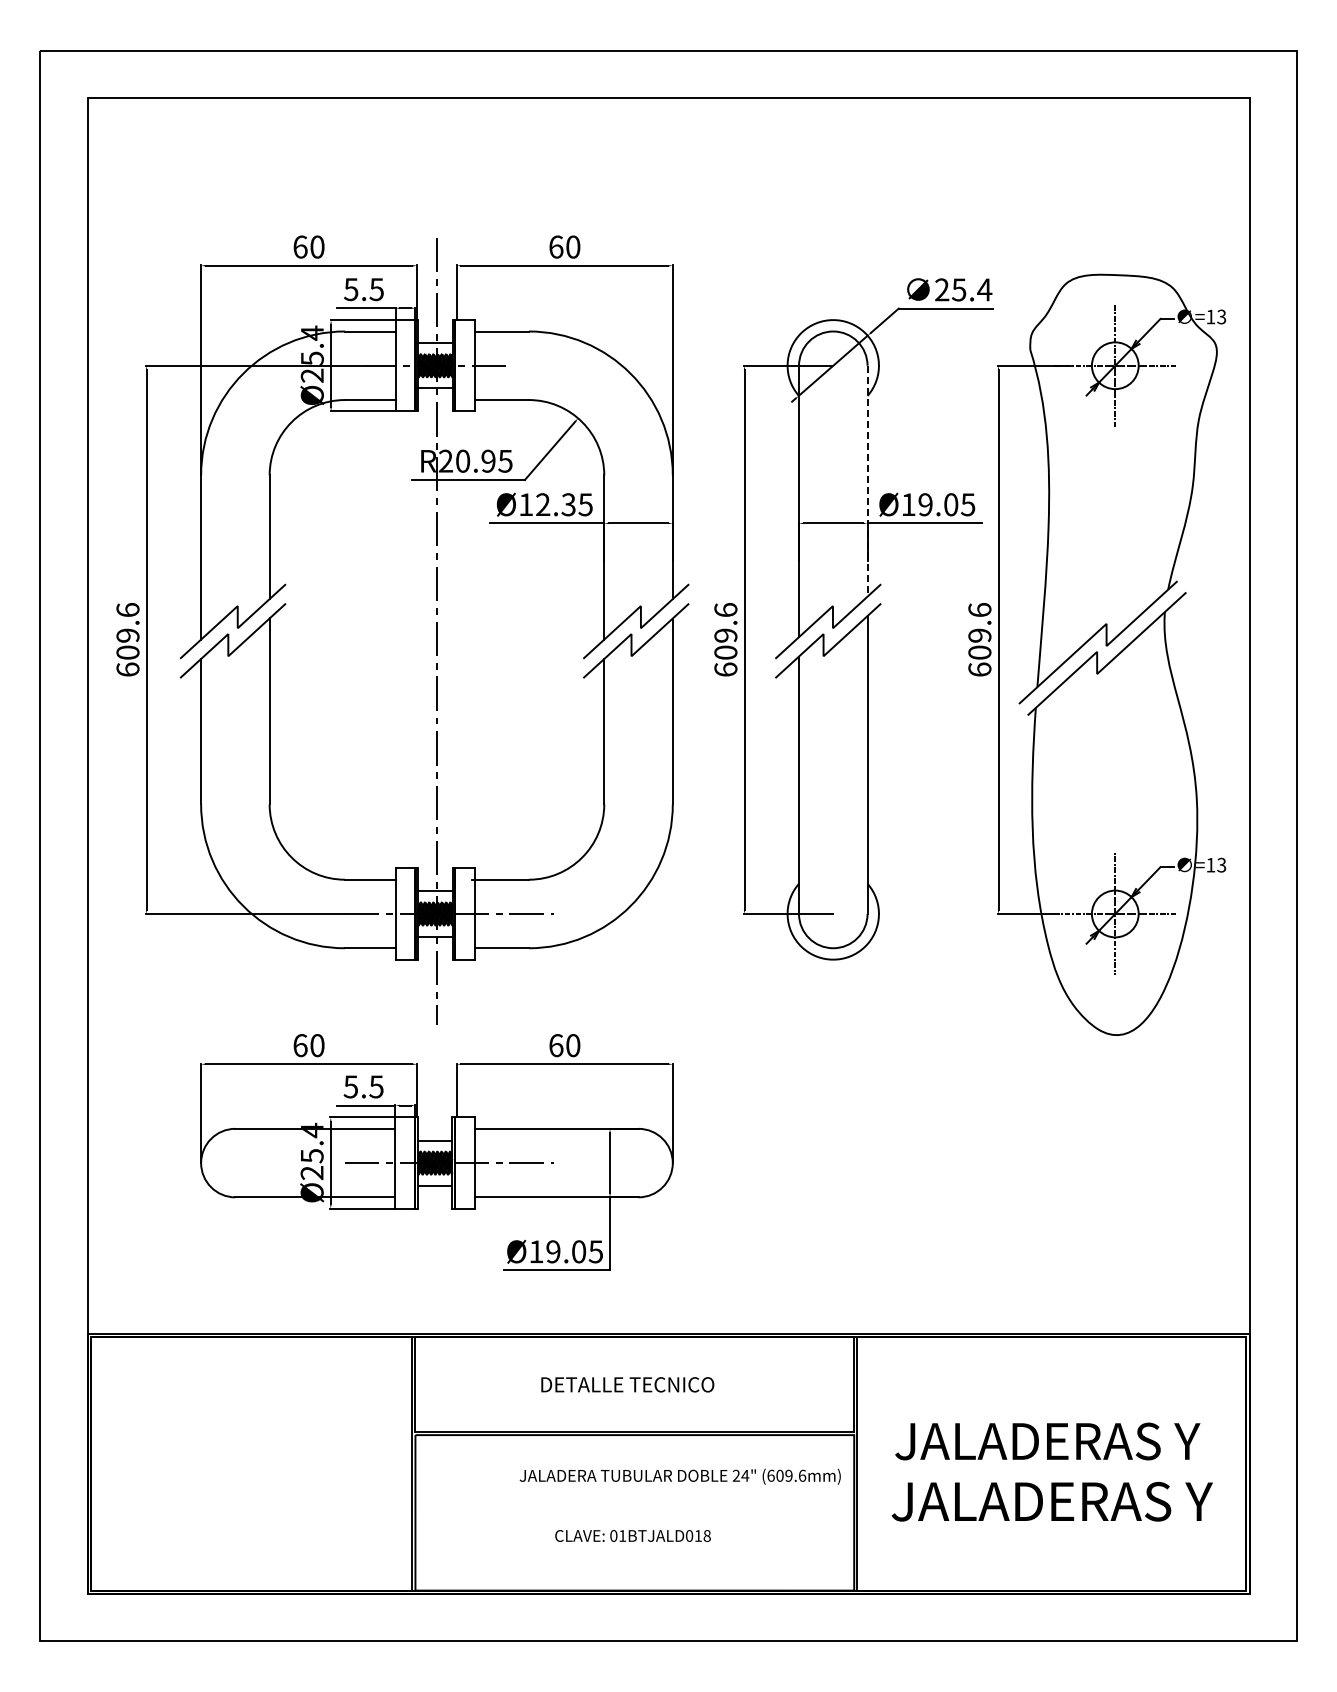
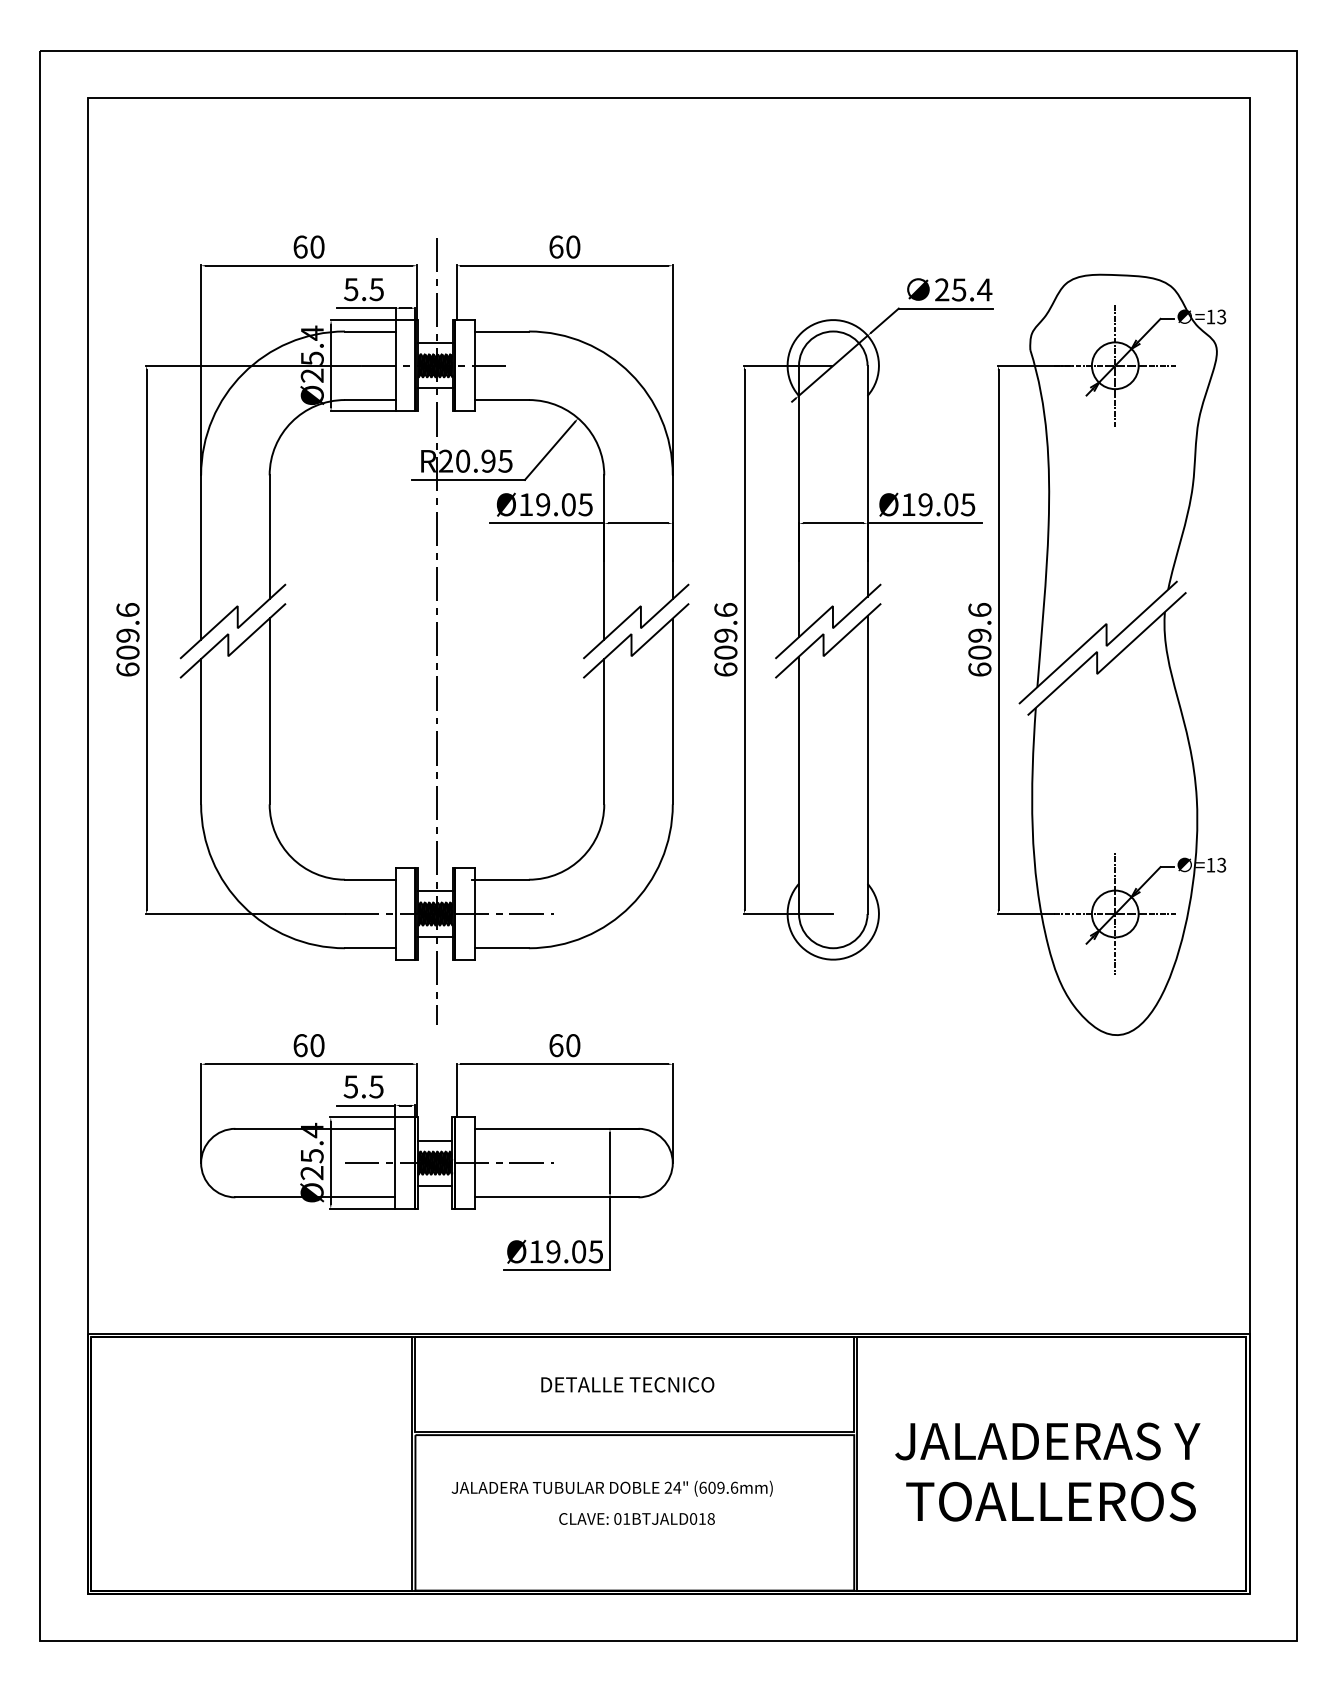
line at (867, 481): dashed -> solid
text at (555, 504): Ø12.35 -> Ø19.05
text at (679, 1476) position: (679, 1476) -> (611, 1488)
text at (1051, 1501): JALADERAS Y -> TOALLEROS
text at (632, 1535) position: (632, 1535) -> (636, 1518)
